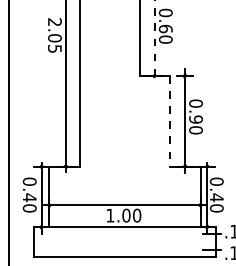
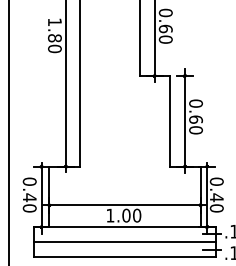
text at (54, 35): 2.05 -> 1.80
line at (154, 40): dashed -> solid
text at (195, 119): 0.90 -> 0.60
line at (170, 121): dashed -> solid
line at (124, 242): none -> present
